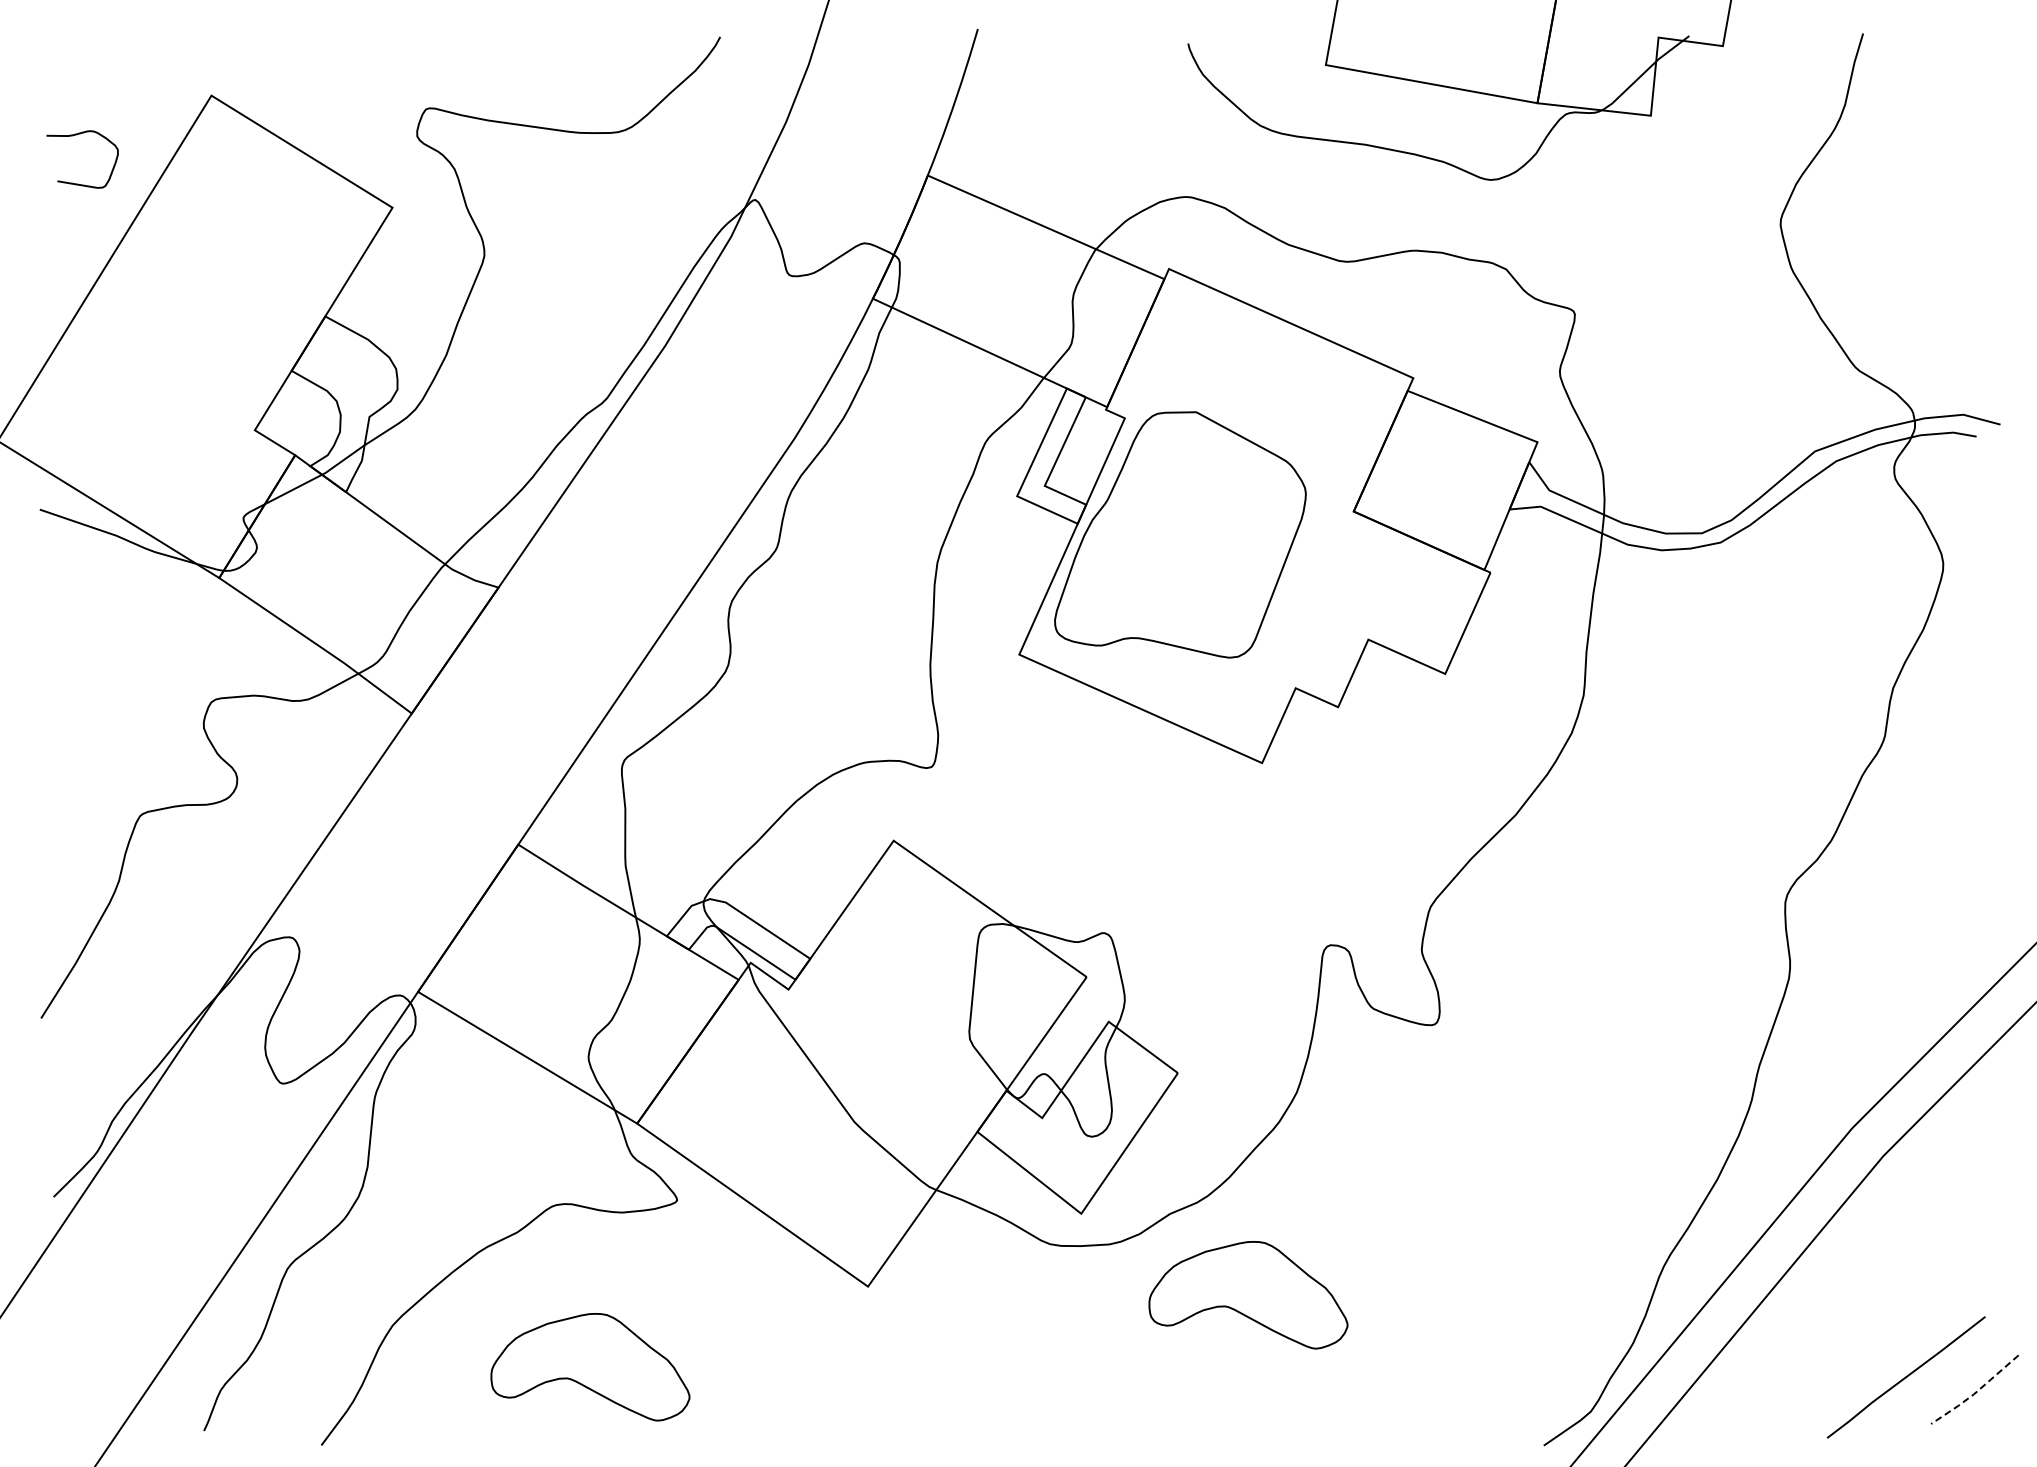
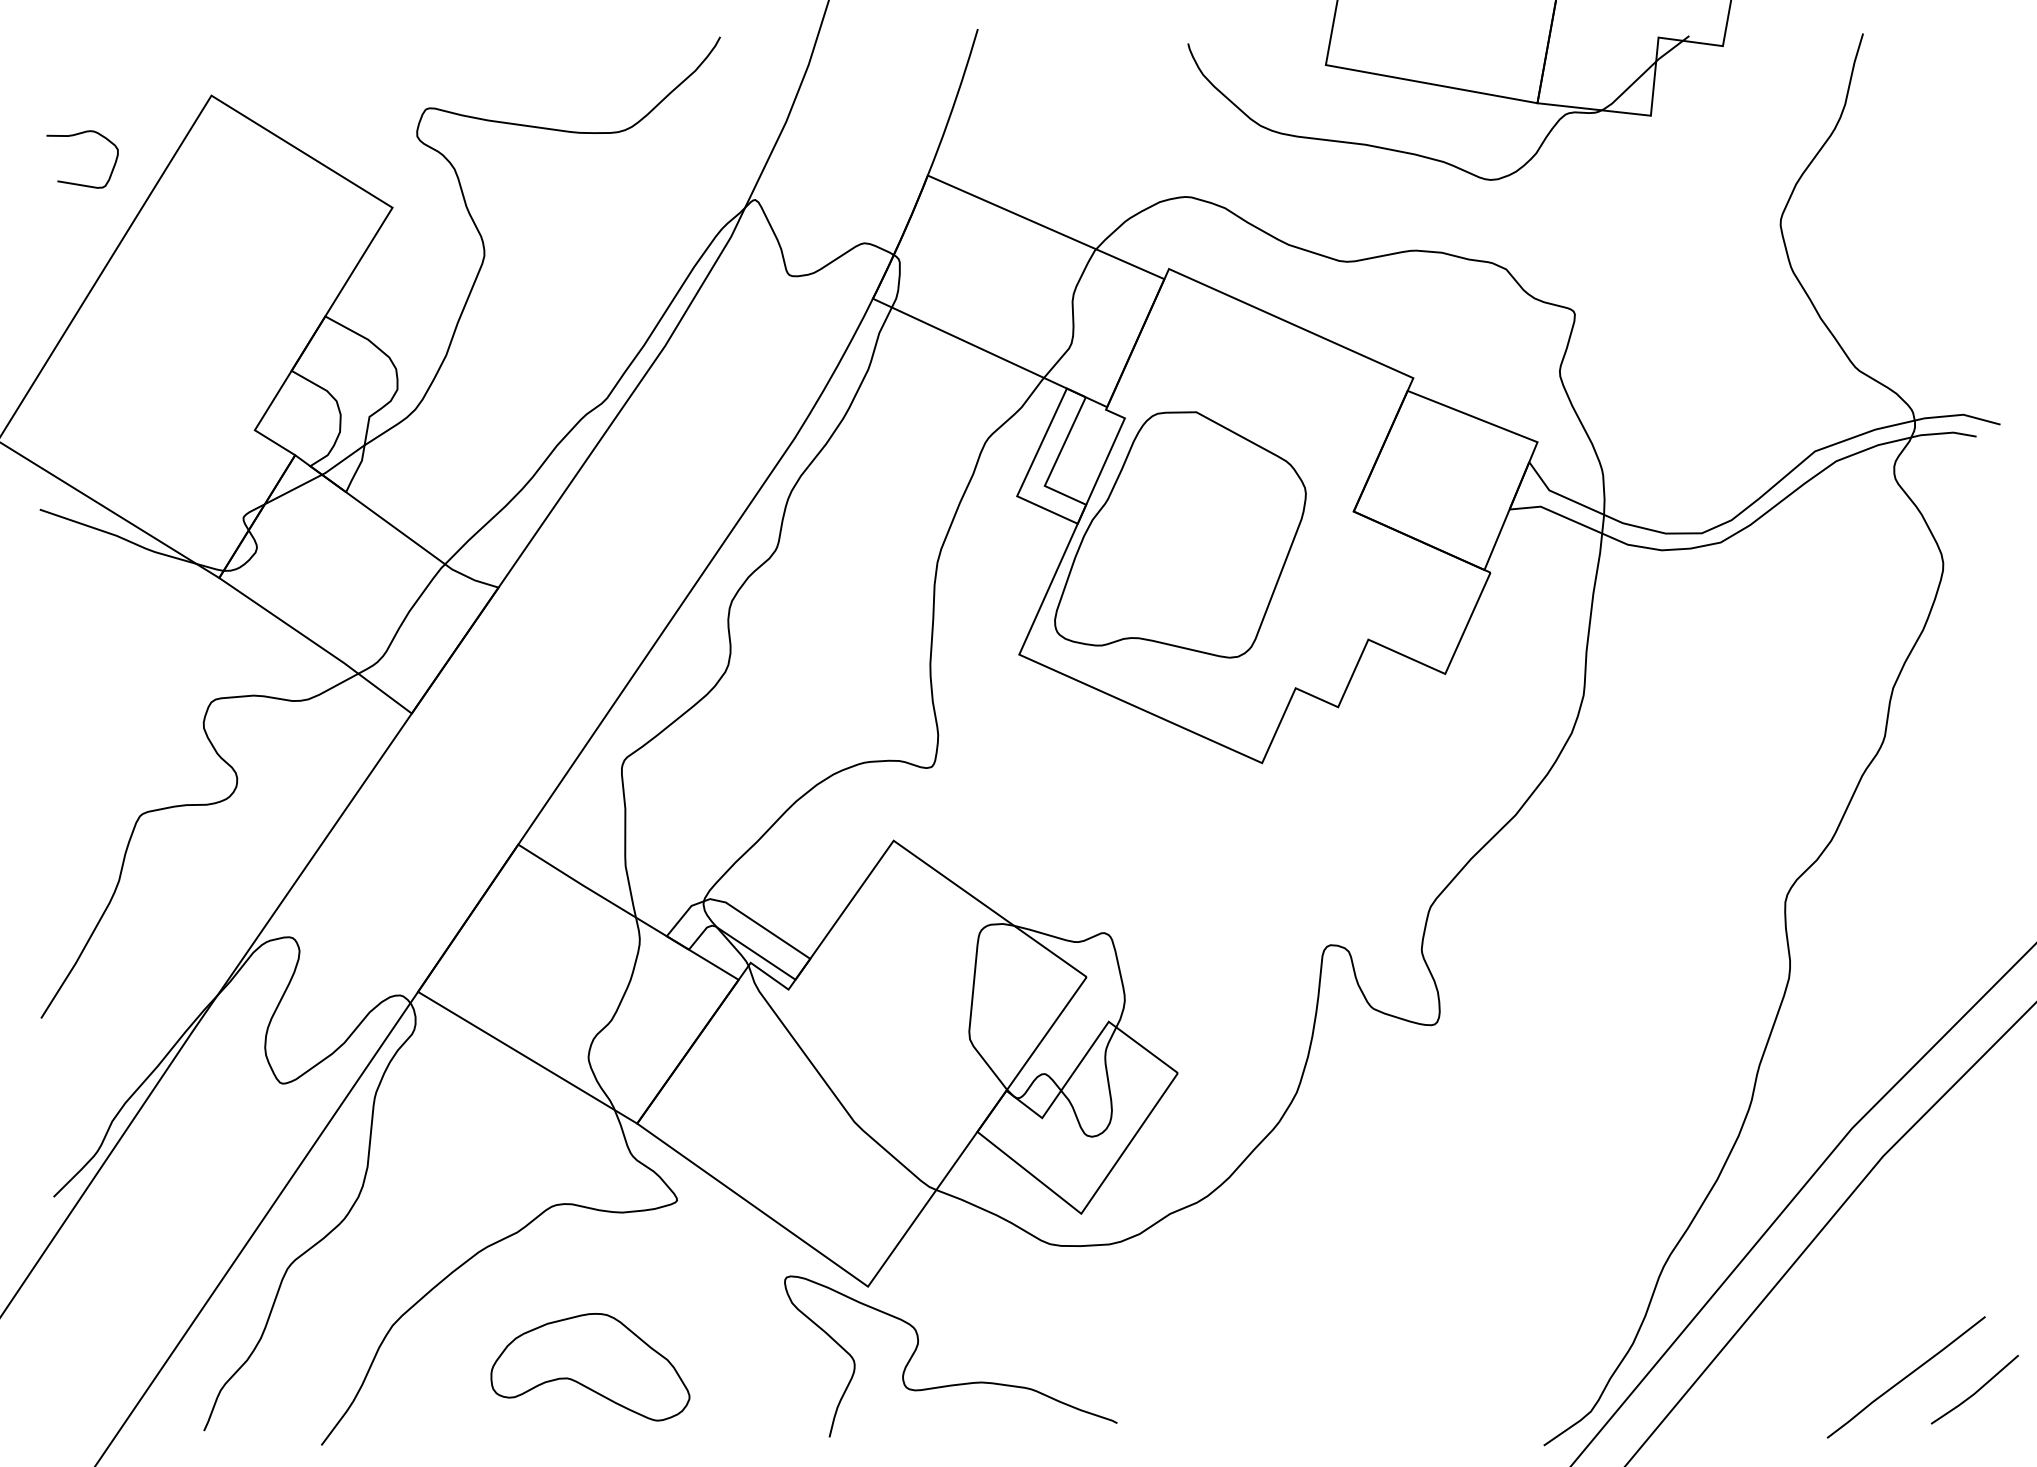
part at (1248, 1295): present -> none
curve at (957, 1383): none -> present
line at (1975, 1392): dashed -> solid
